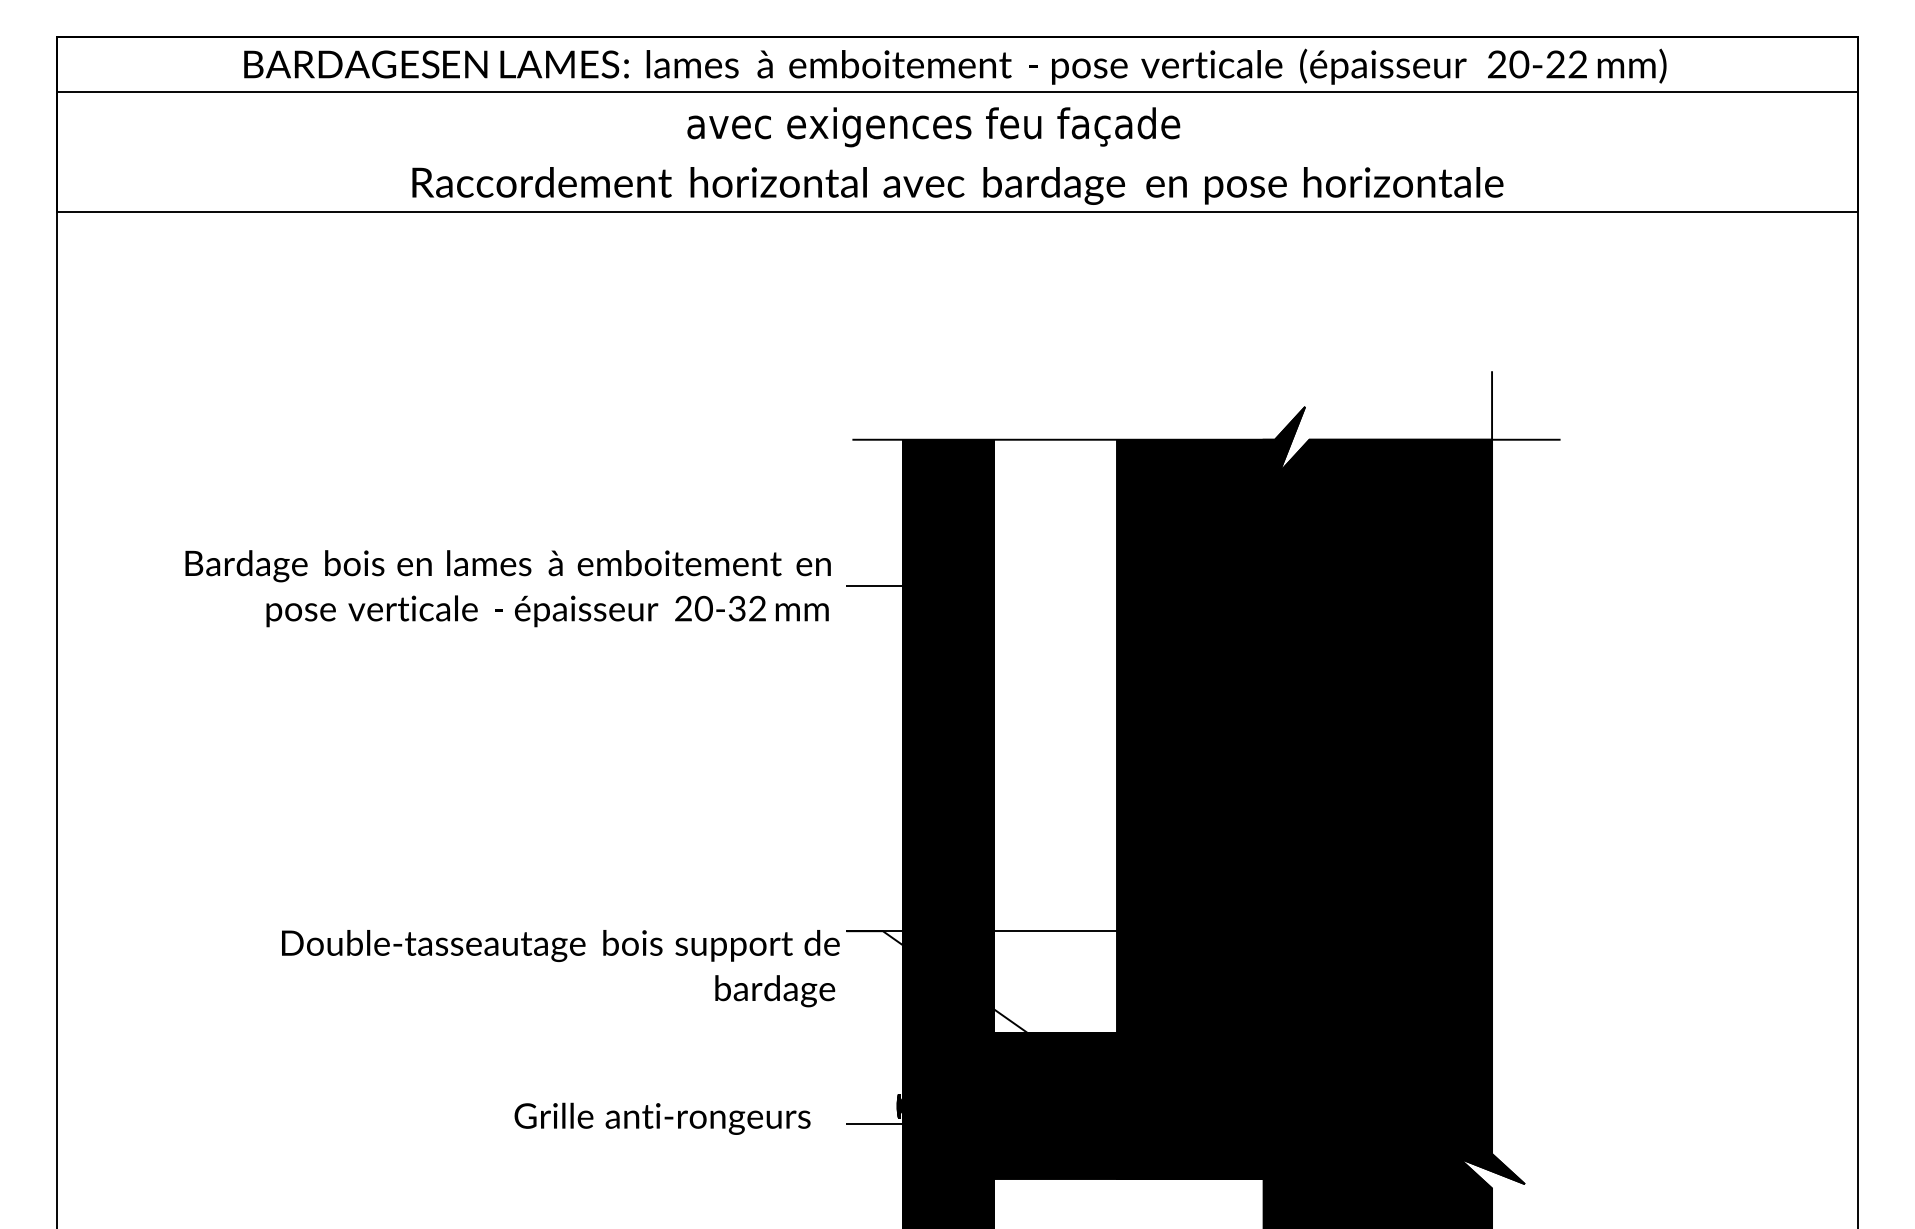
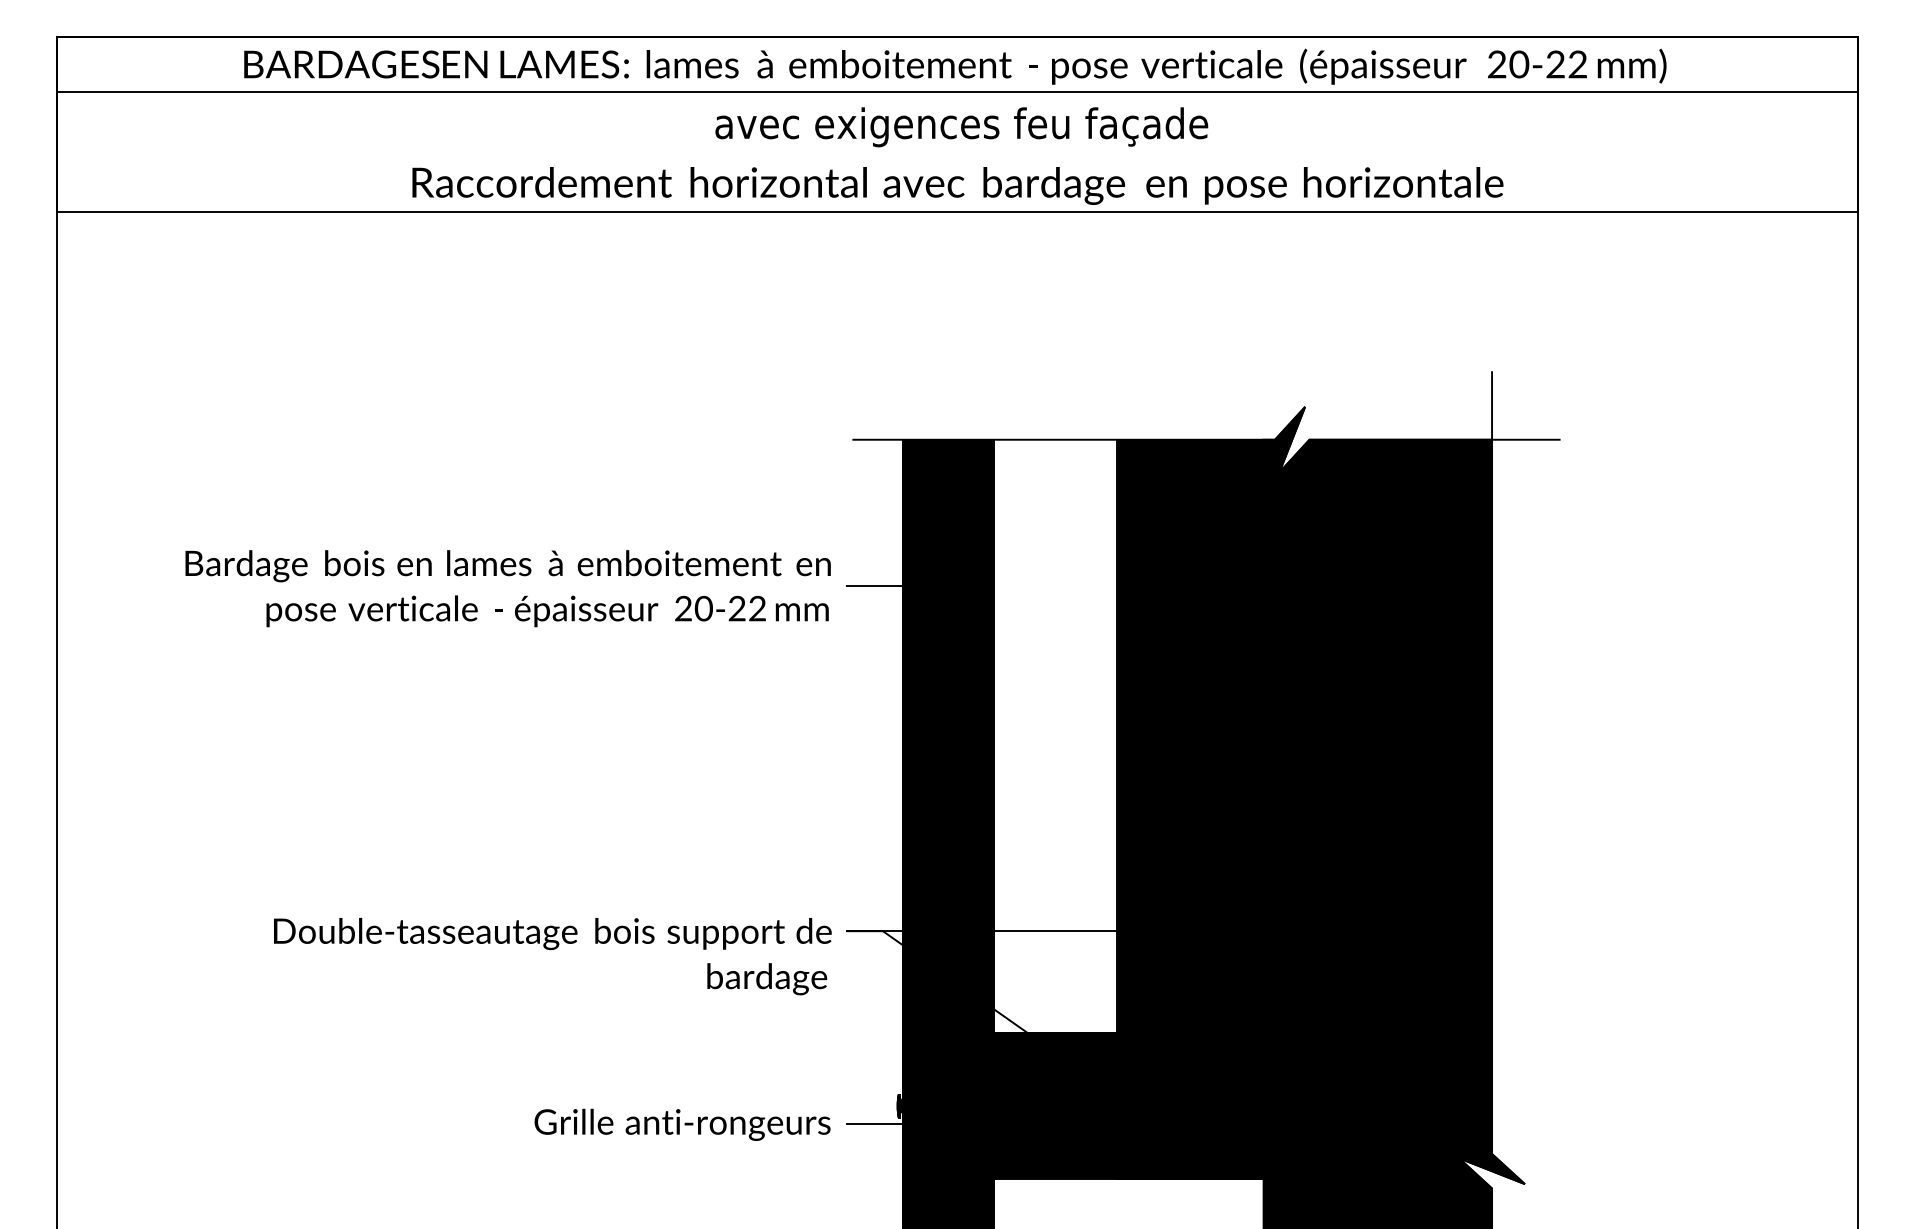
text at (933, 127) position: (933, 127) -> (961, 127)
text at (736, 610): 20-32 -> 20-22
text at (560, 968) position: (560, 968) -> (552, 956)
text at (662, 1118) position: (662, 1118) -> (682, 1124)
